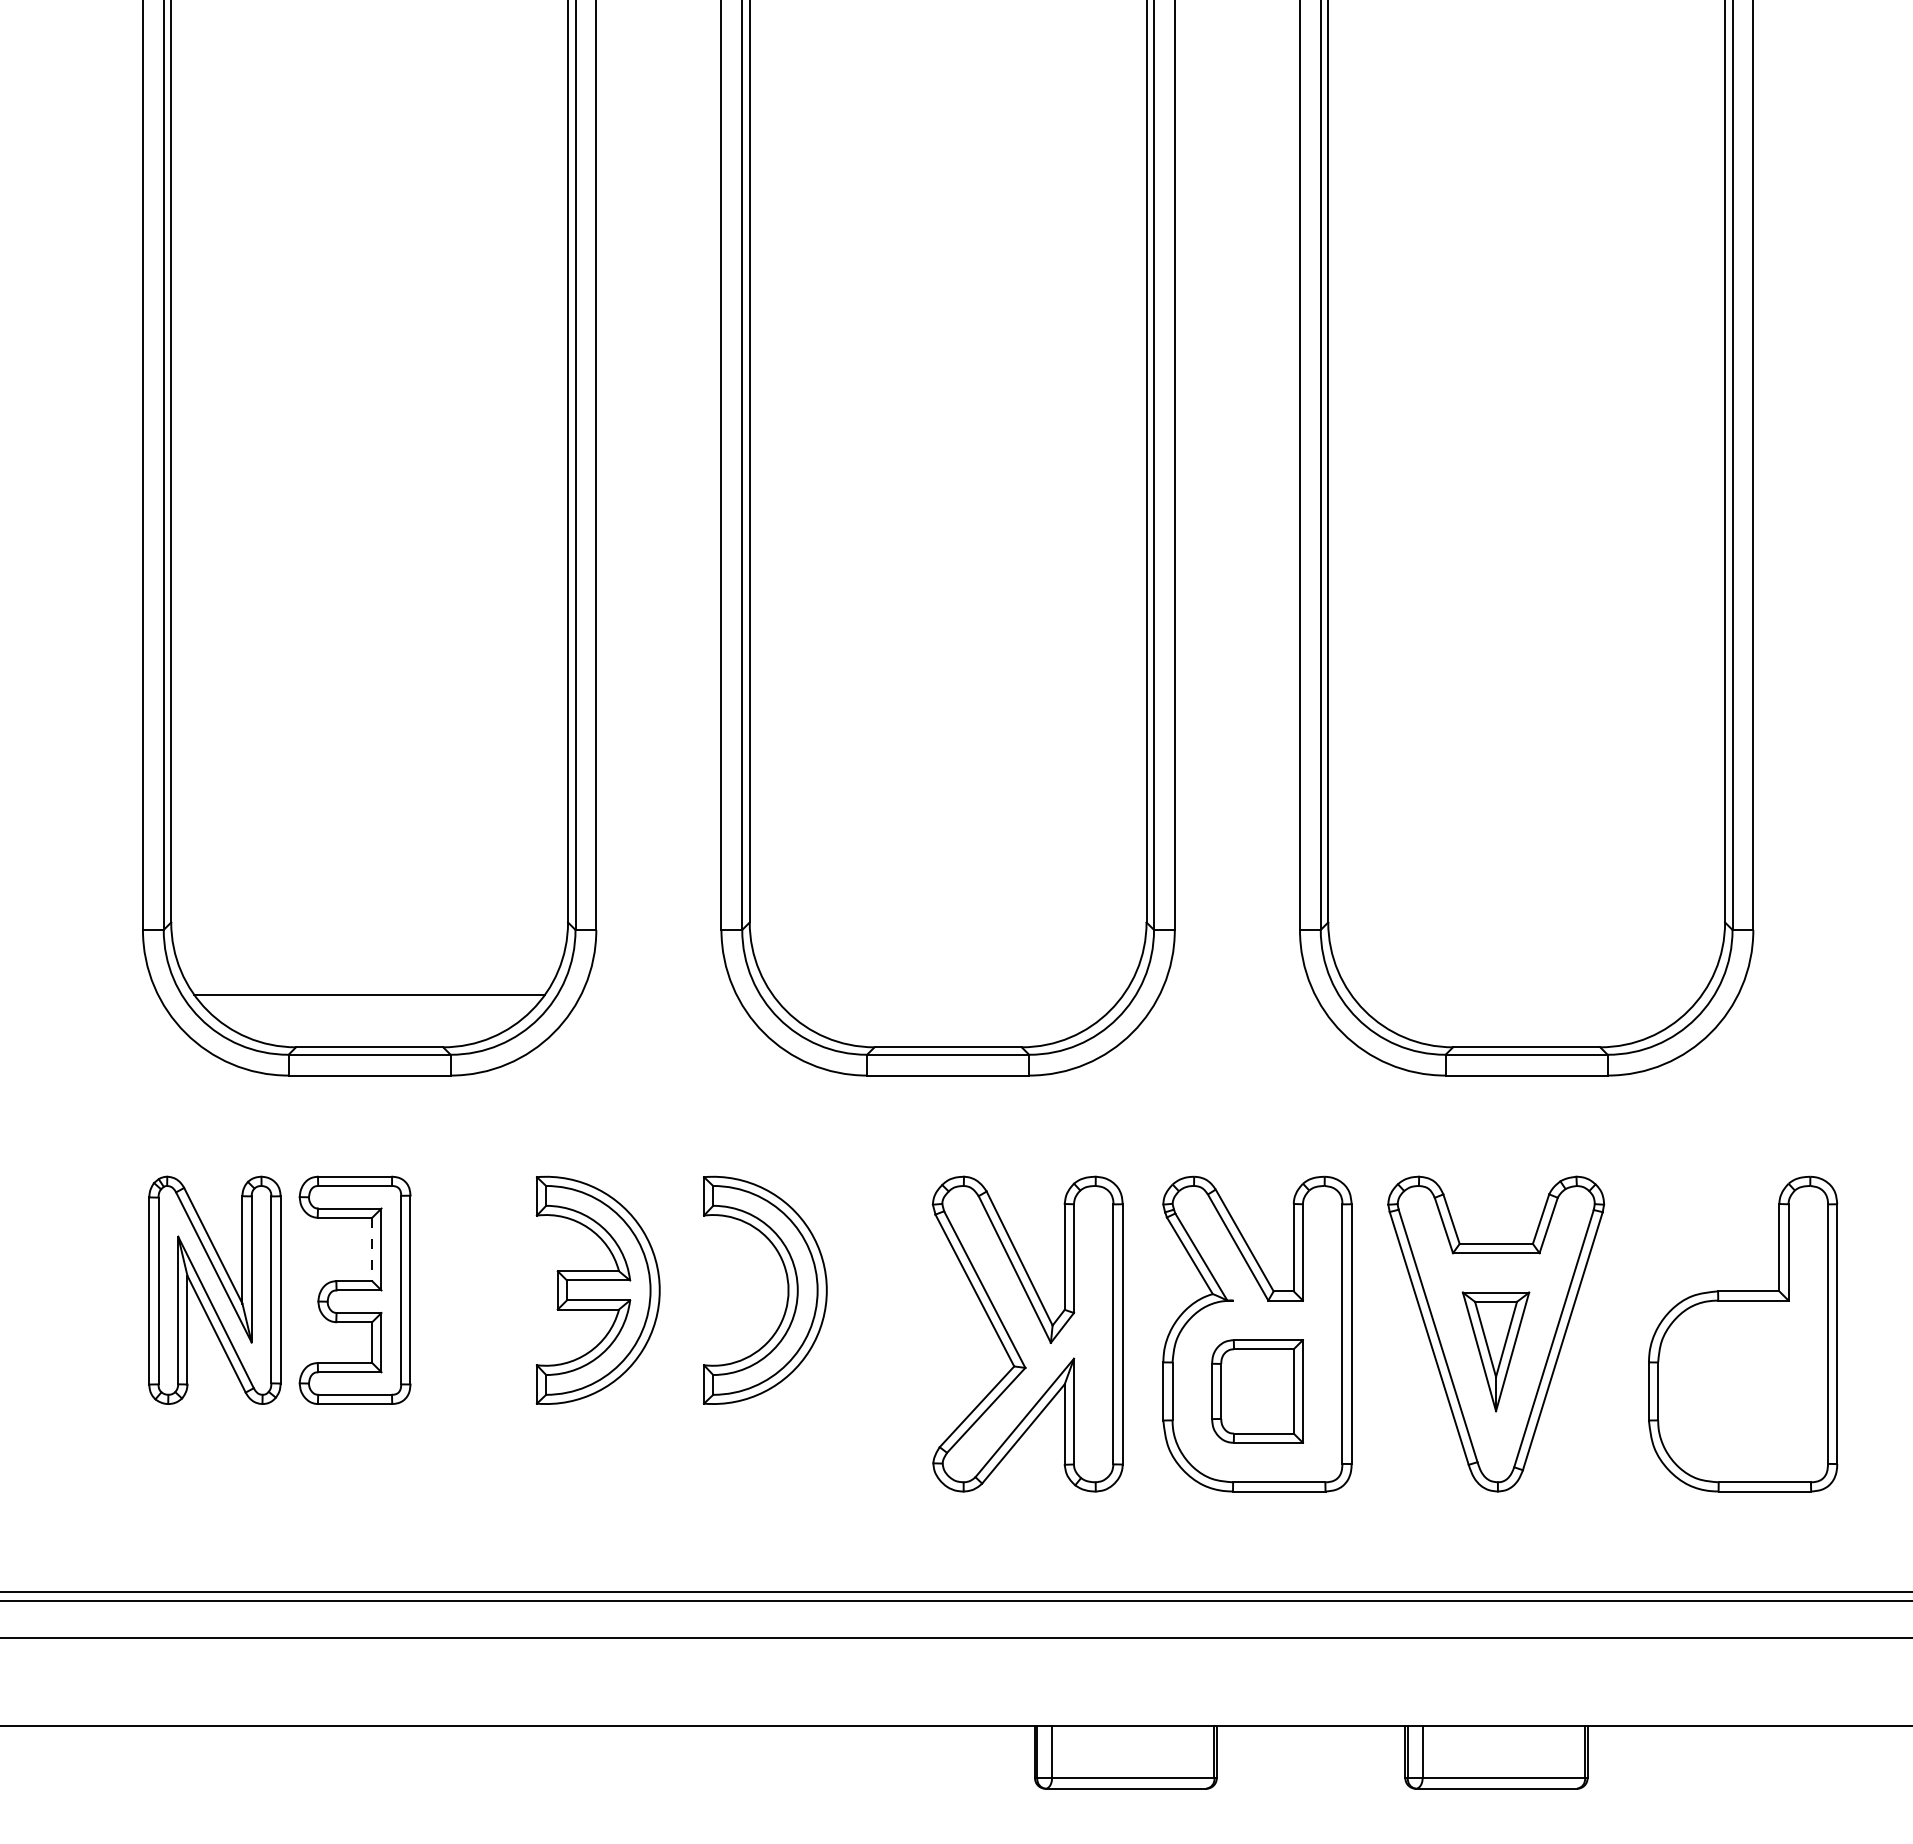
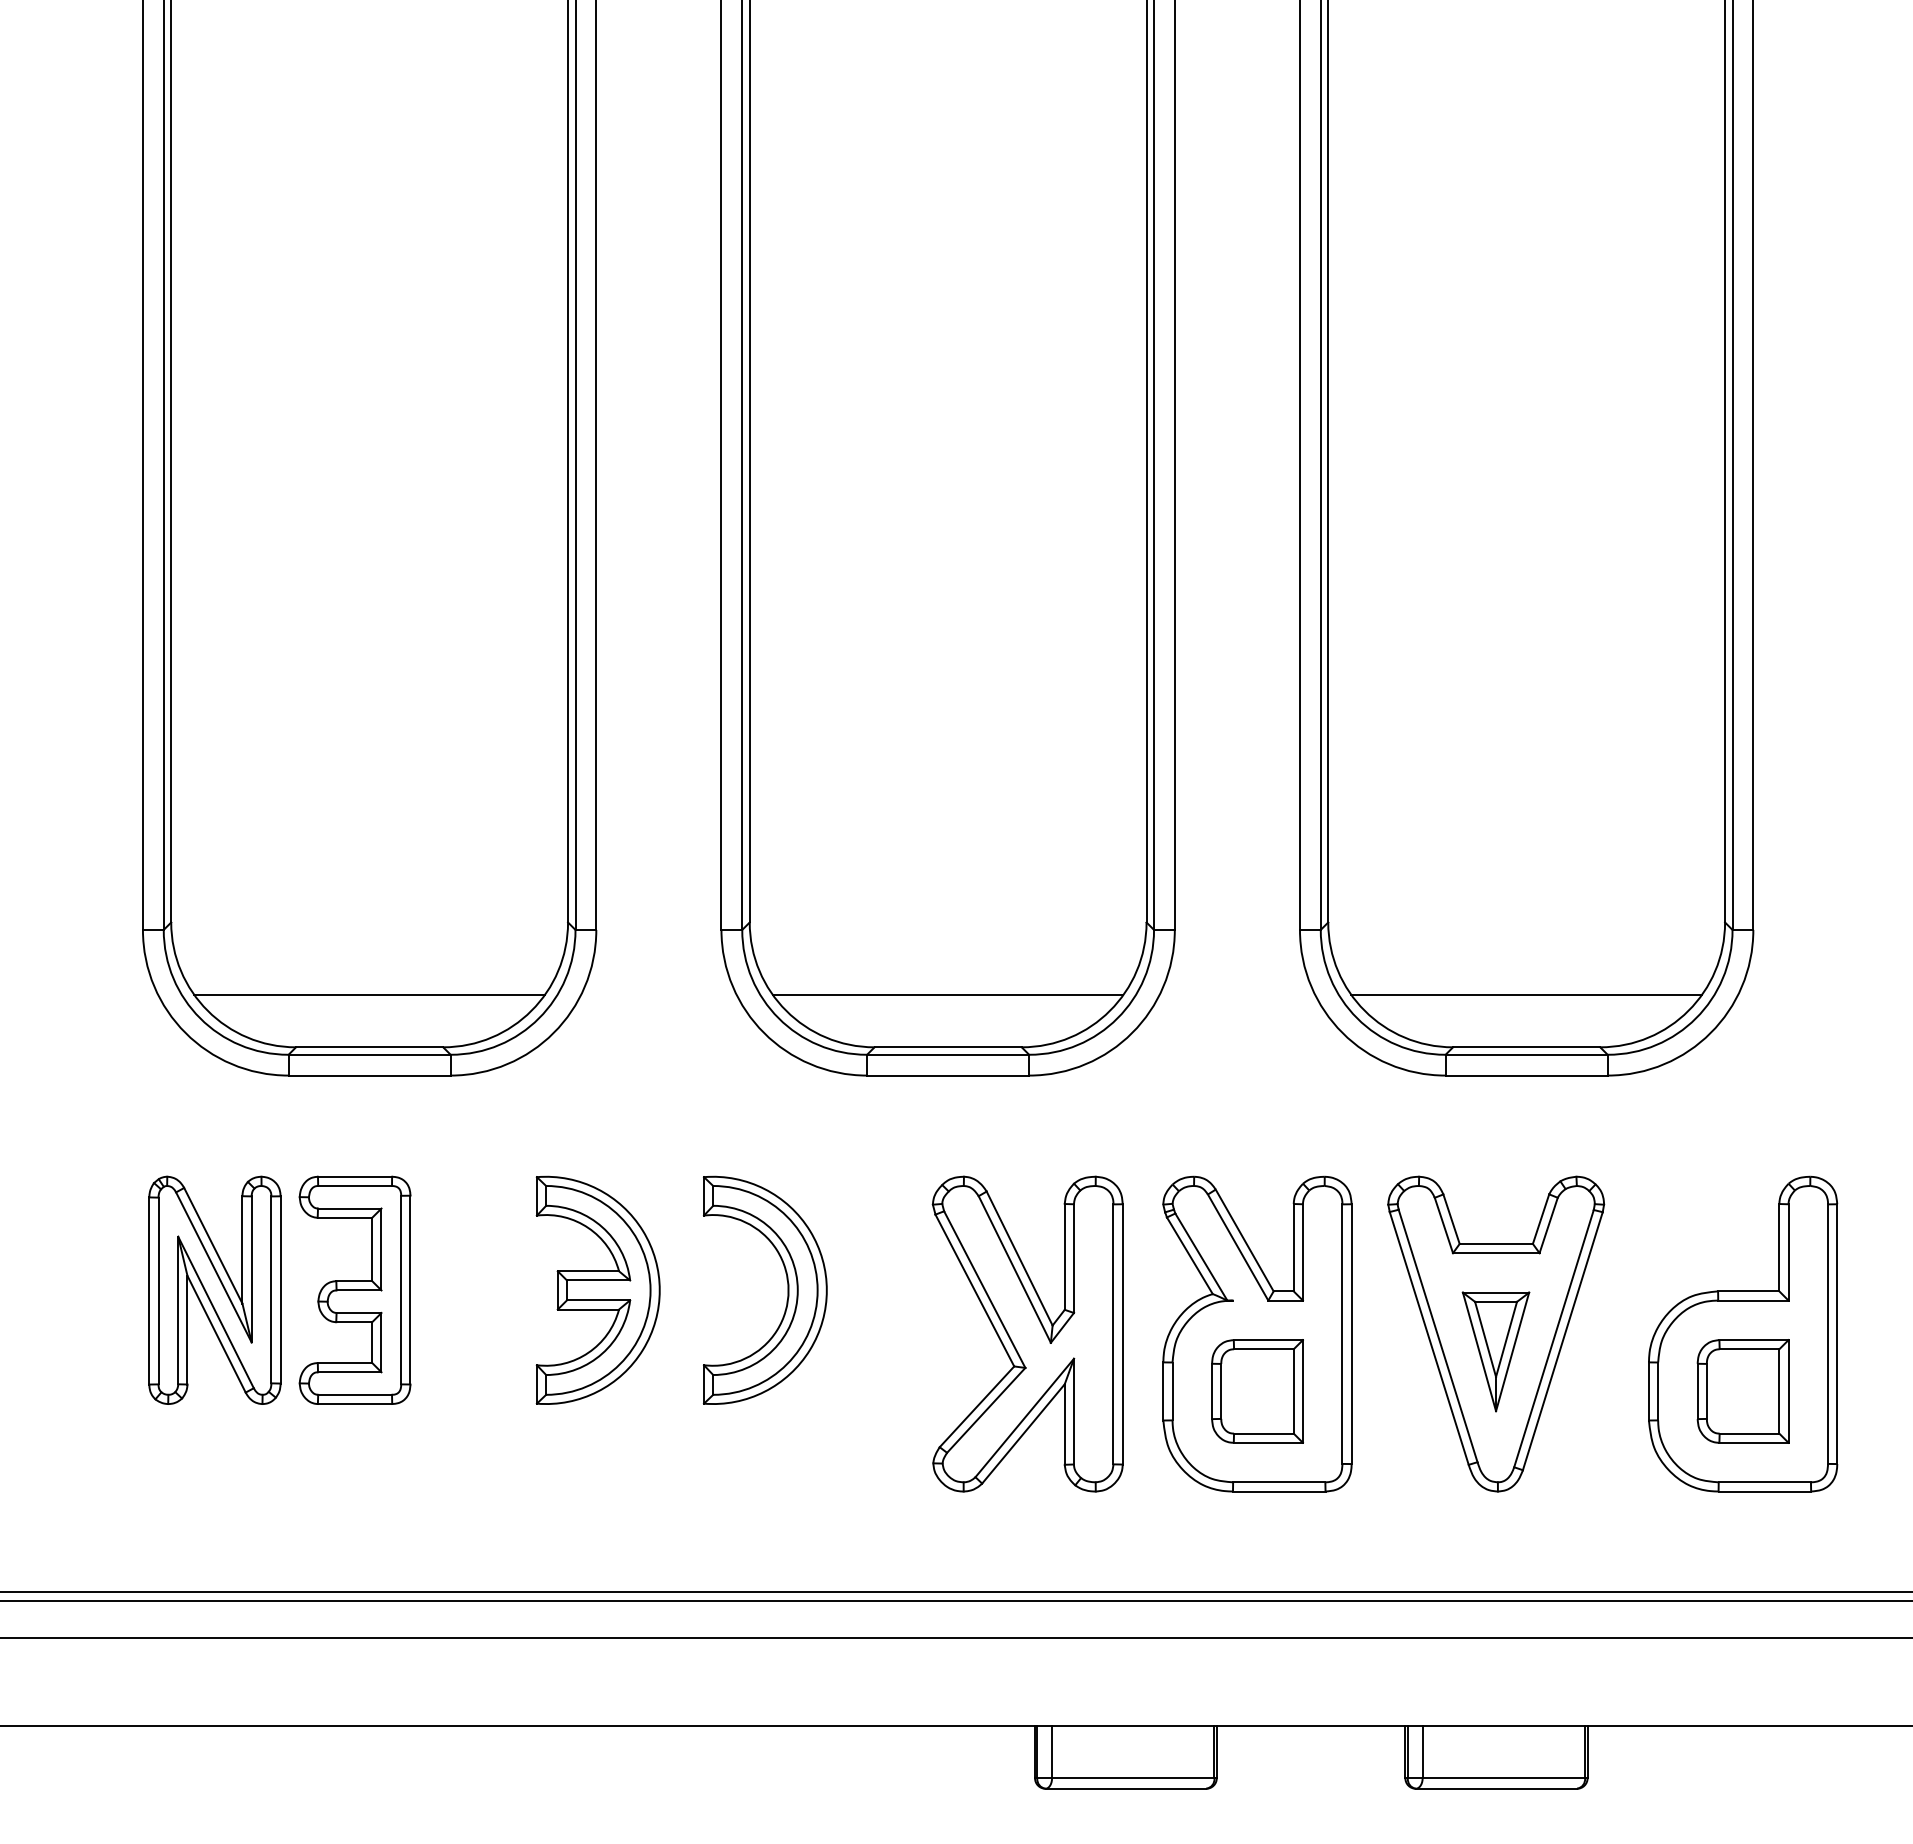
line at (947, 995): none -> present
line at (1526, 995): none -> present
line at (372, 1249): dashed -> solid
part at (1742, 1391): none -> present
